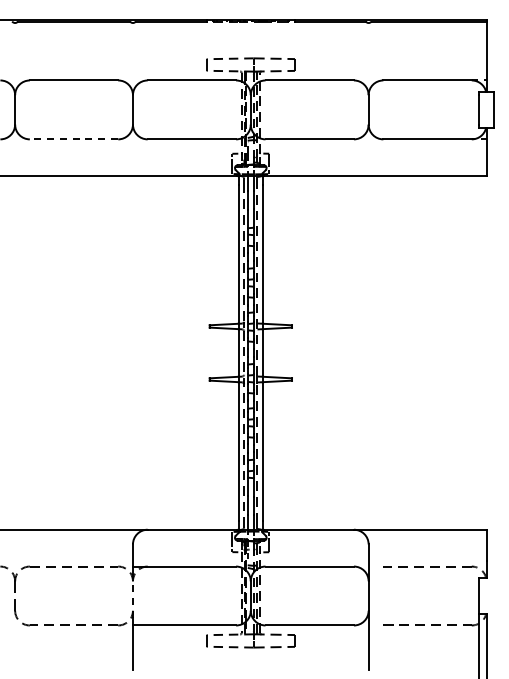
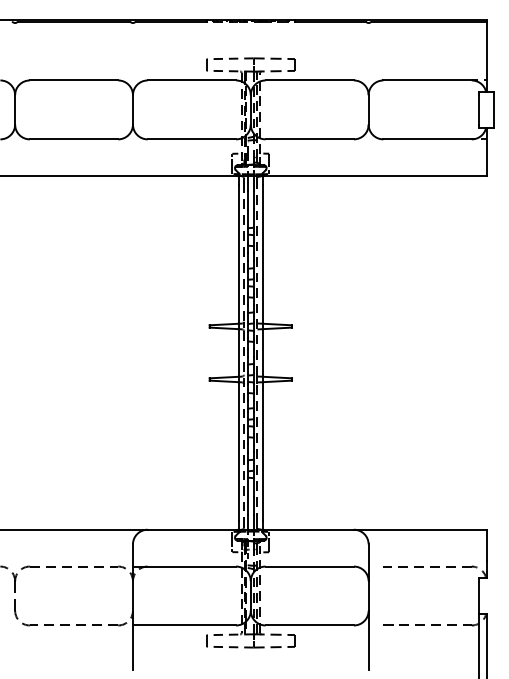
line at (73, 139): dashed -> solid
line at (132, 595): dashed -> solid
